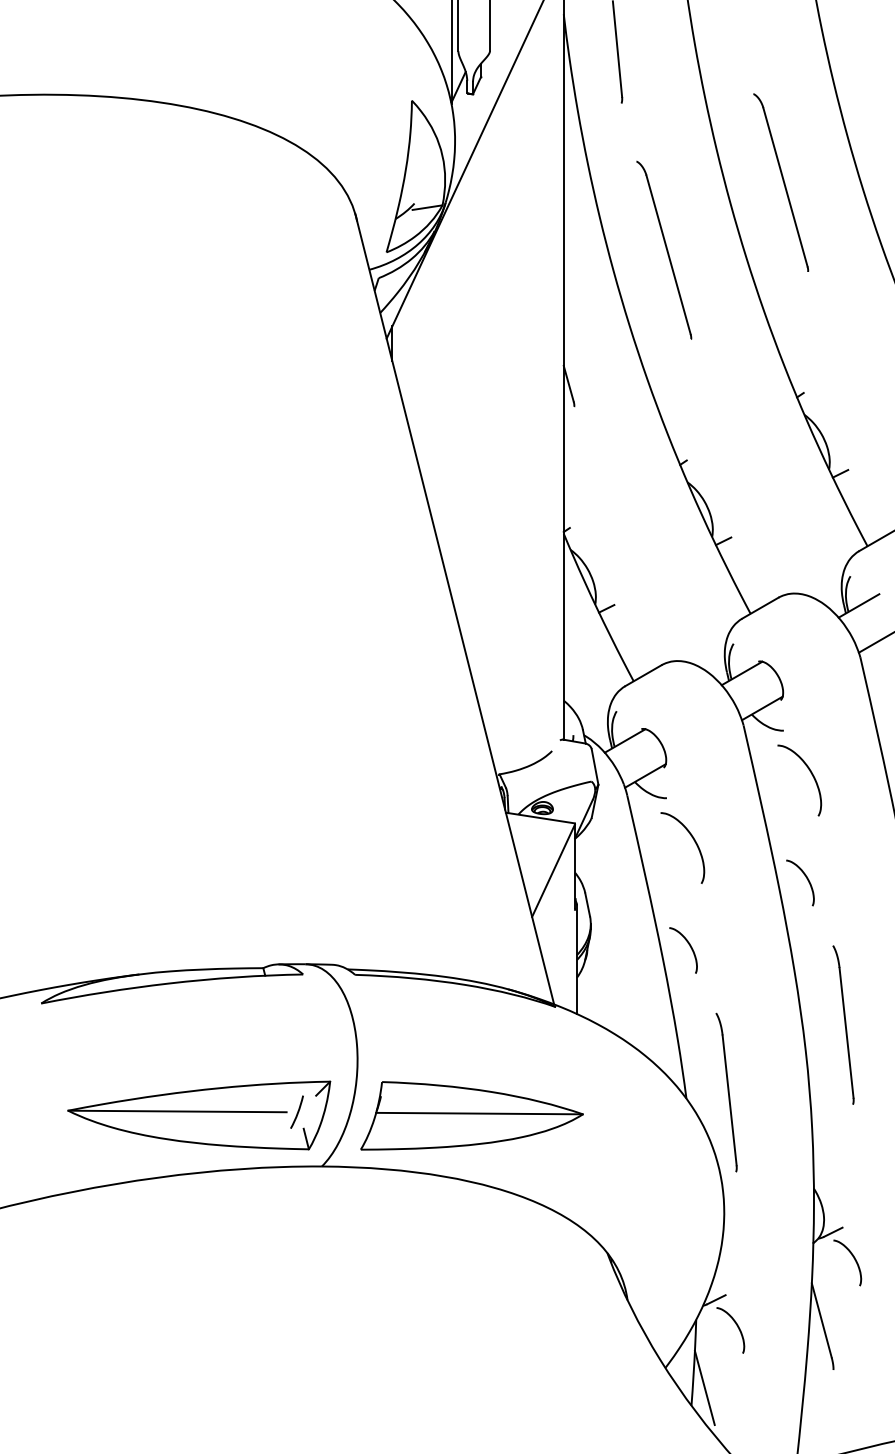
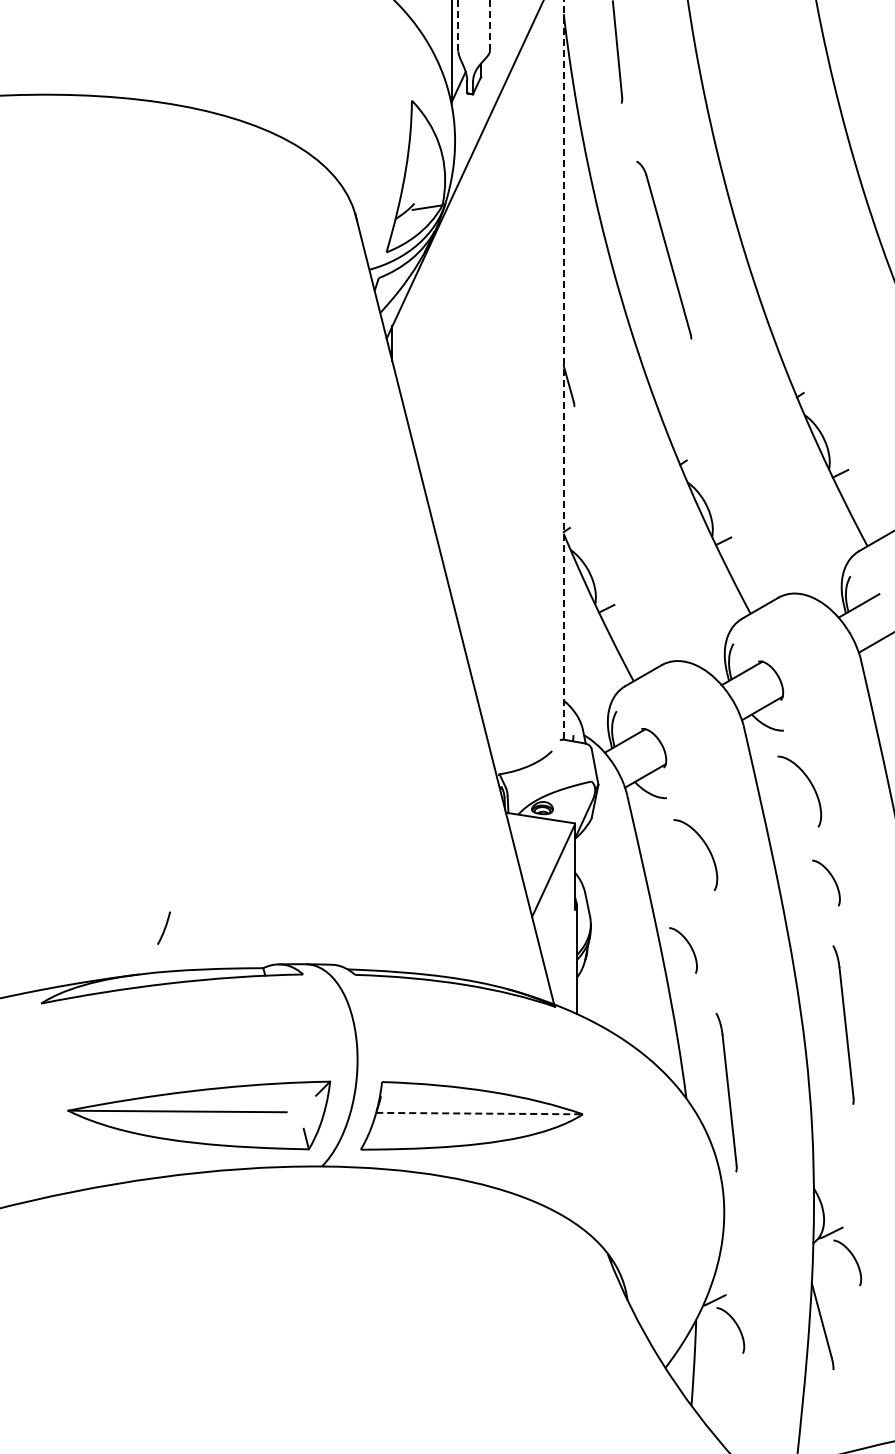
line at (458, 25): solid -> dashed
line at (489, 25): solid -> dashed
part at (781, 182): present -> none
line at (563, 370): solid -> dashed
curve at (810, 773) position: (810, 773) -> (810, 784)
curve at (694, 842) position: (694, 842) -> (707, 849)
curve at (805, 877) position: (805, 877) -> (831, 877)
curve at (297, 1111) position: (297, 1111) -> (164, 927)
line at (480, 1113): solid -> dashed
line at (704, 1387): present -> none
